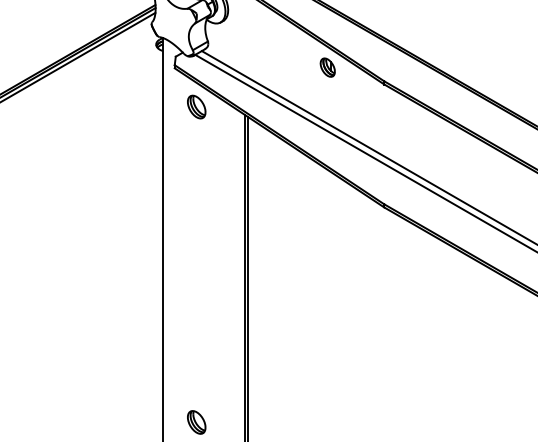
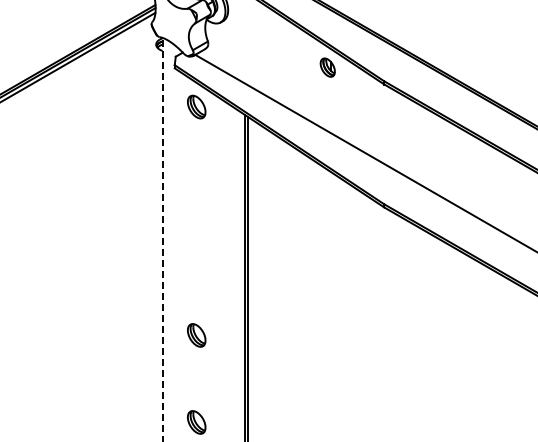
line at (367, 147): present -> none
line at (162, 239): solid -> dashed
part at (196, 335): none -> present
